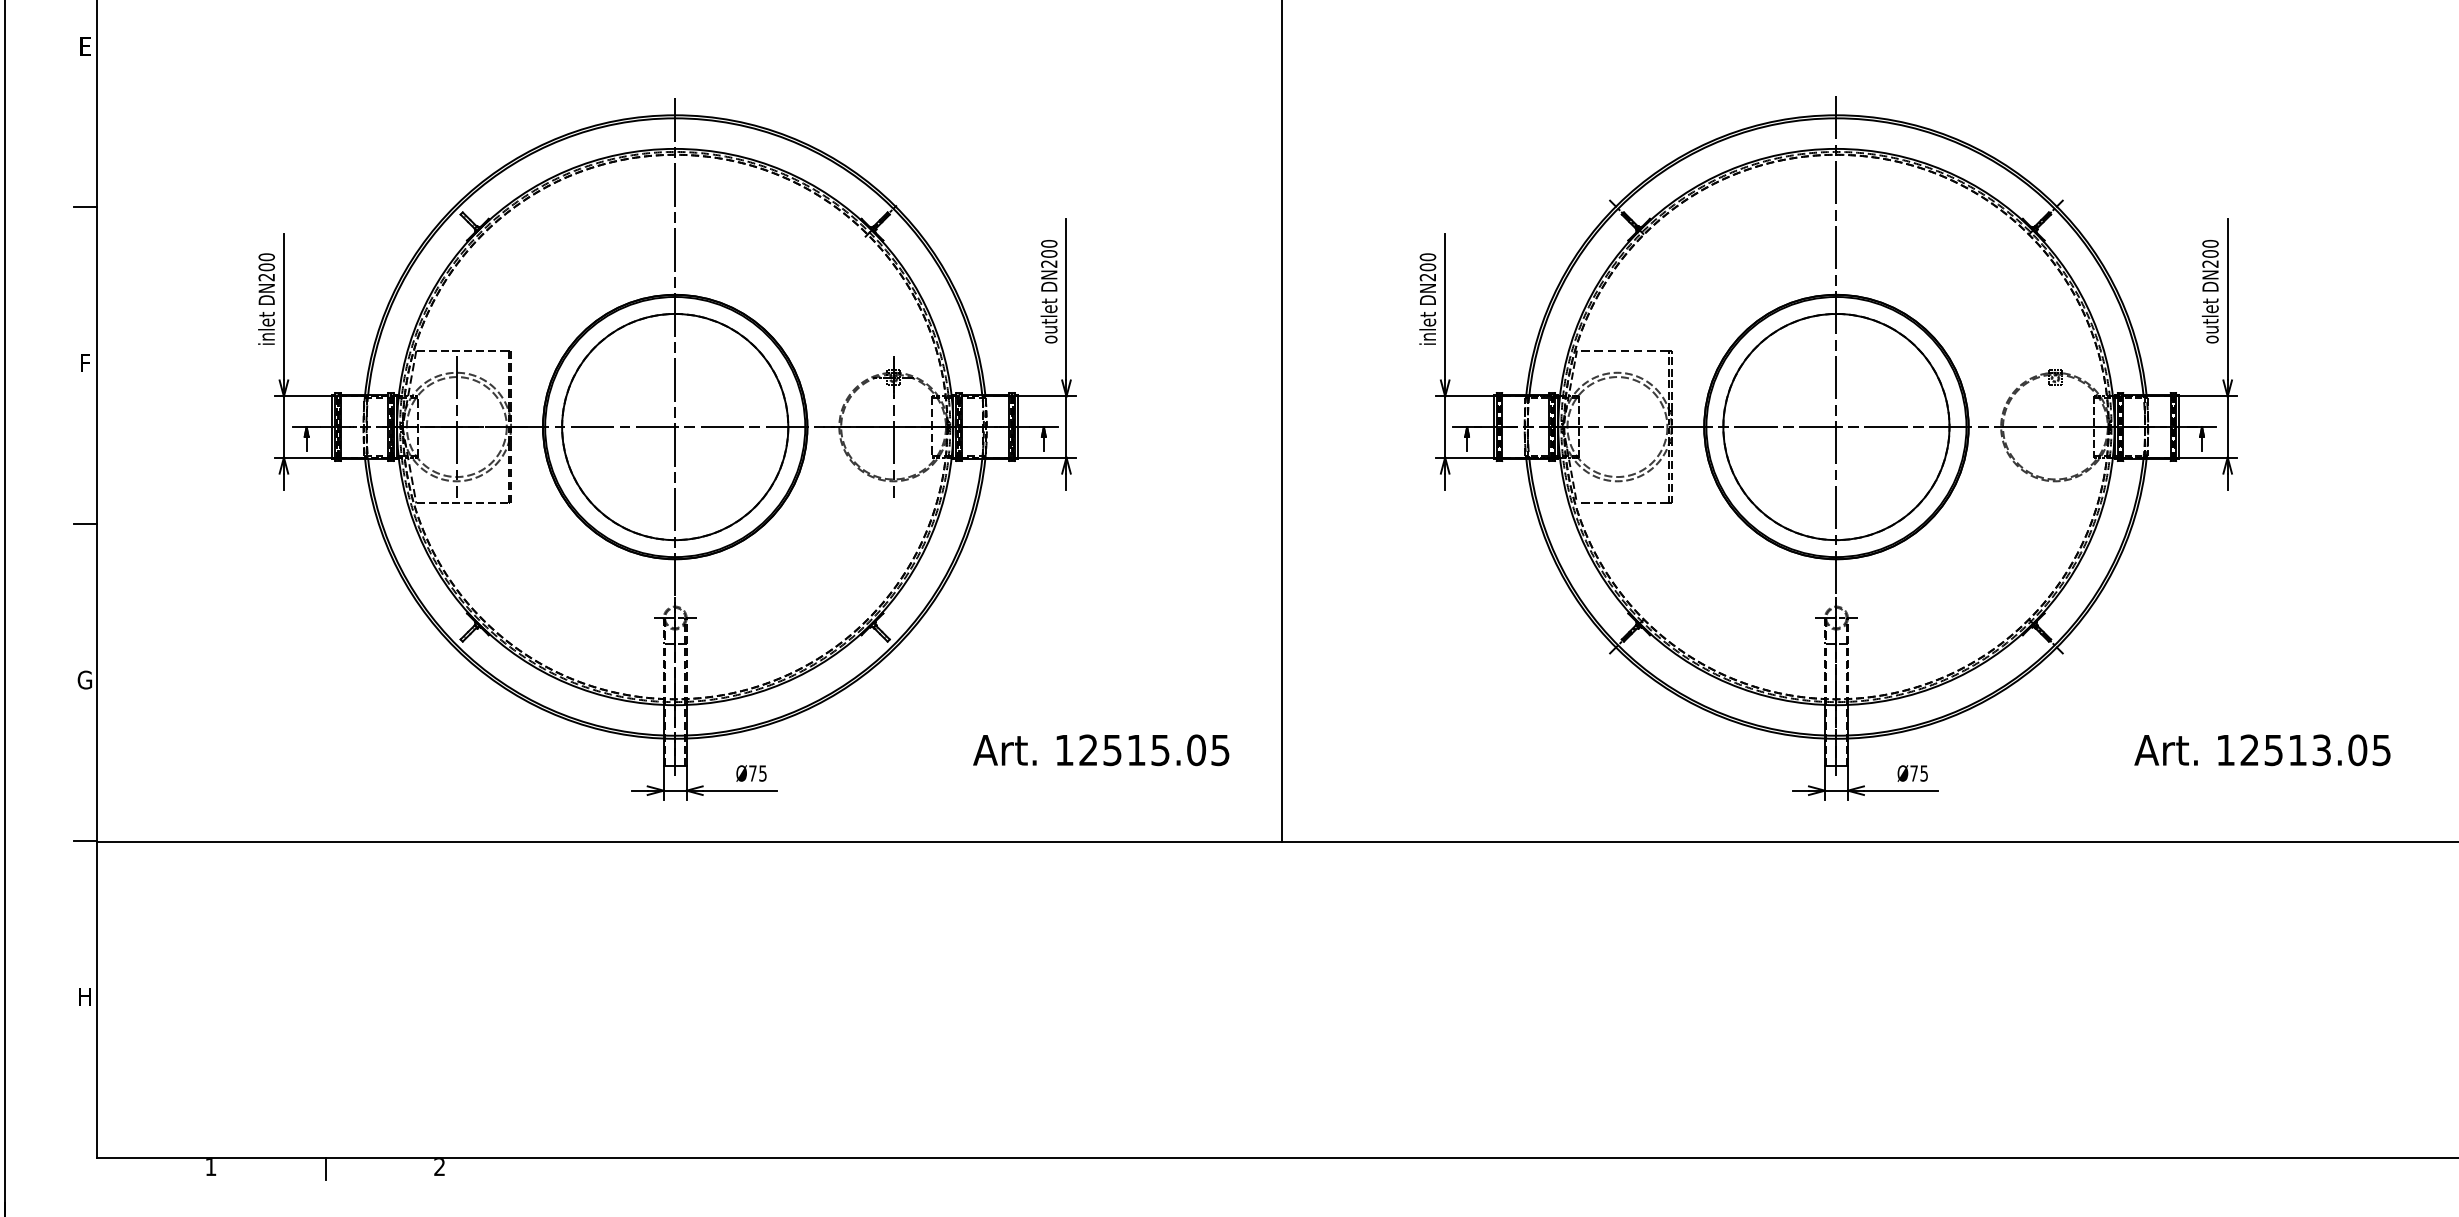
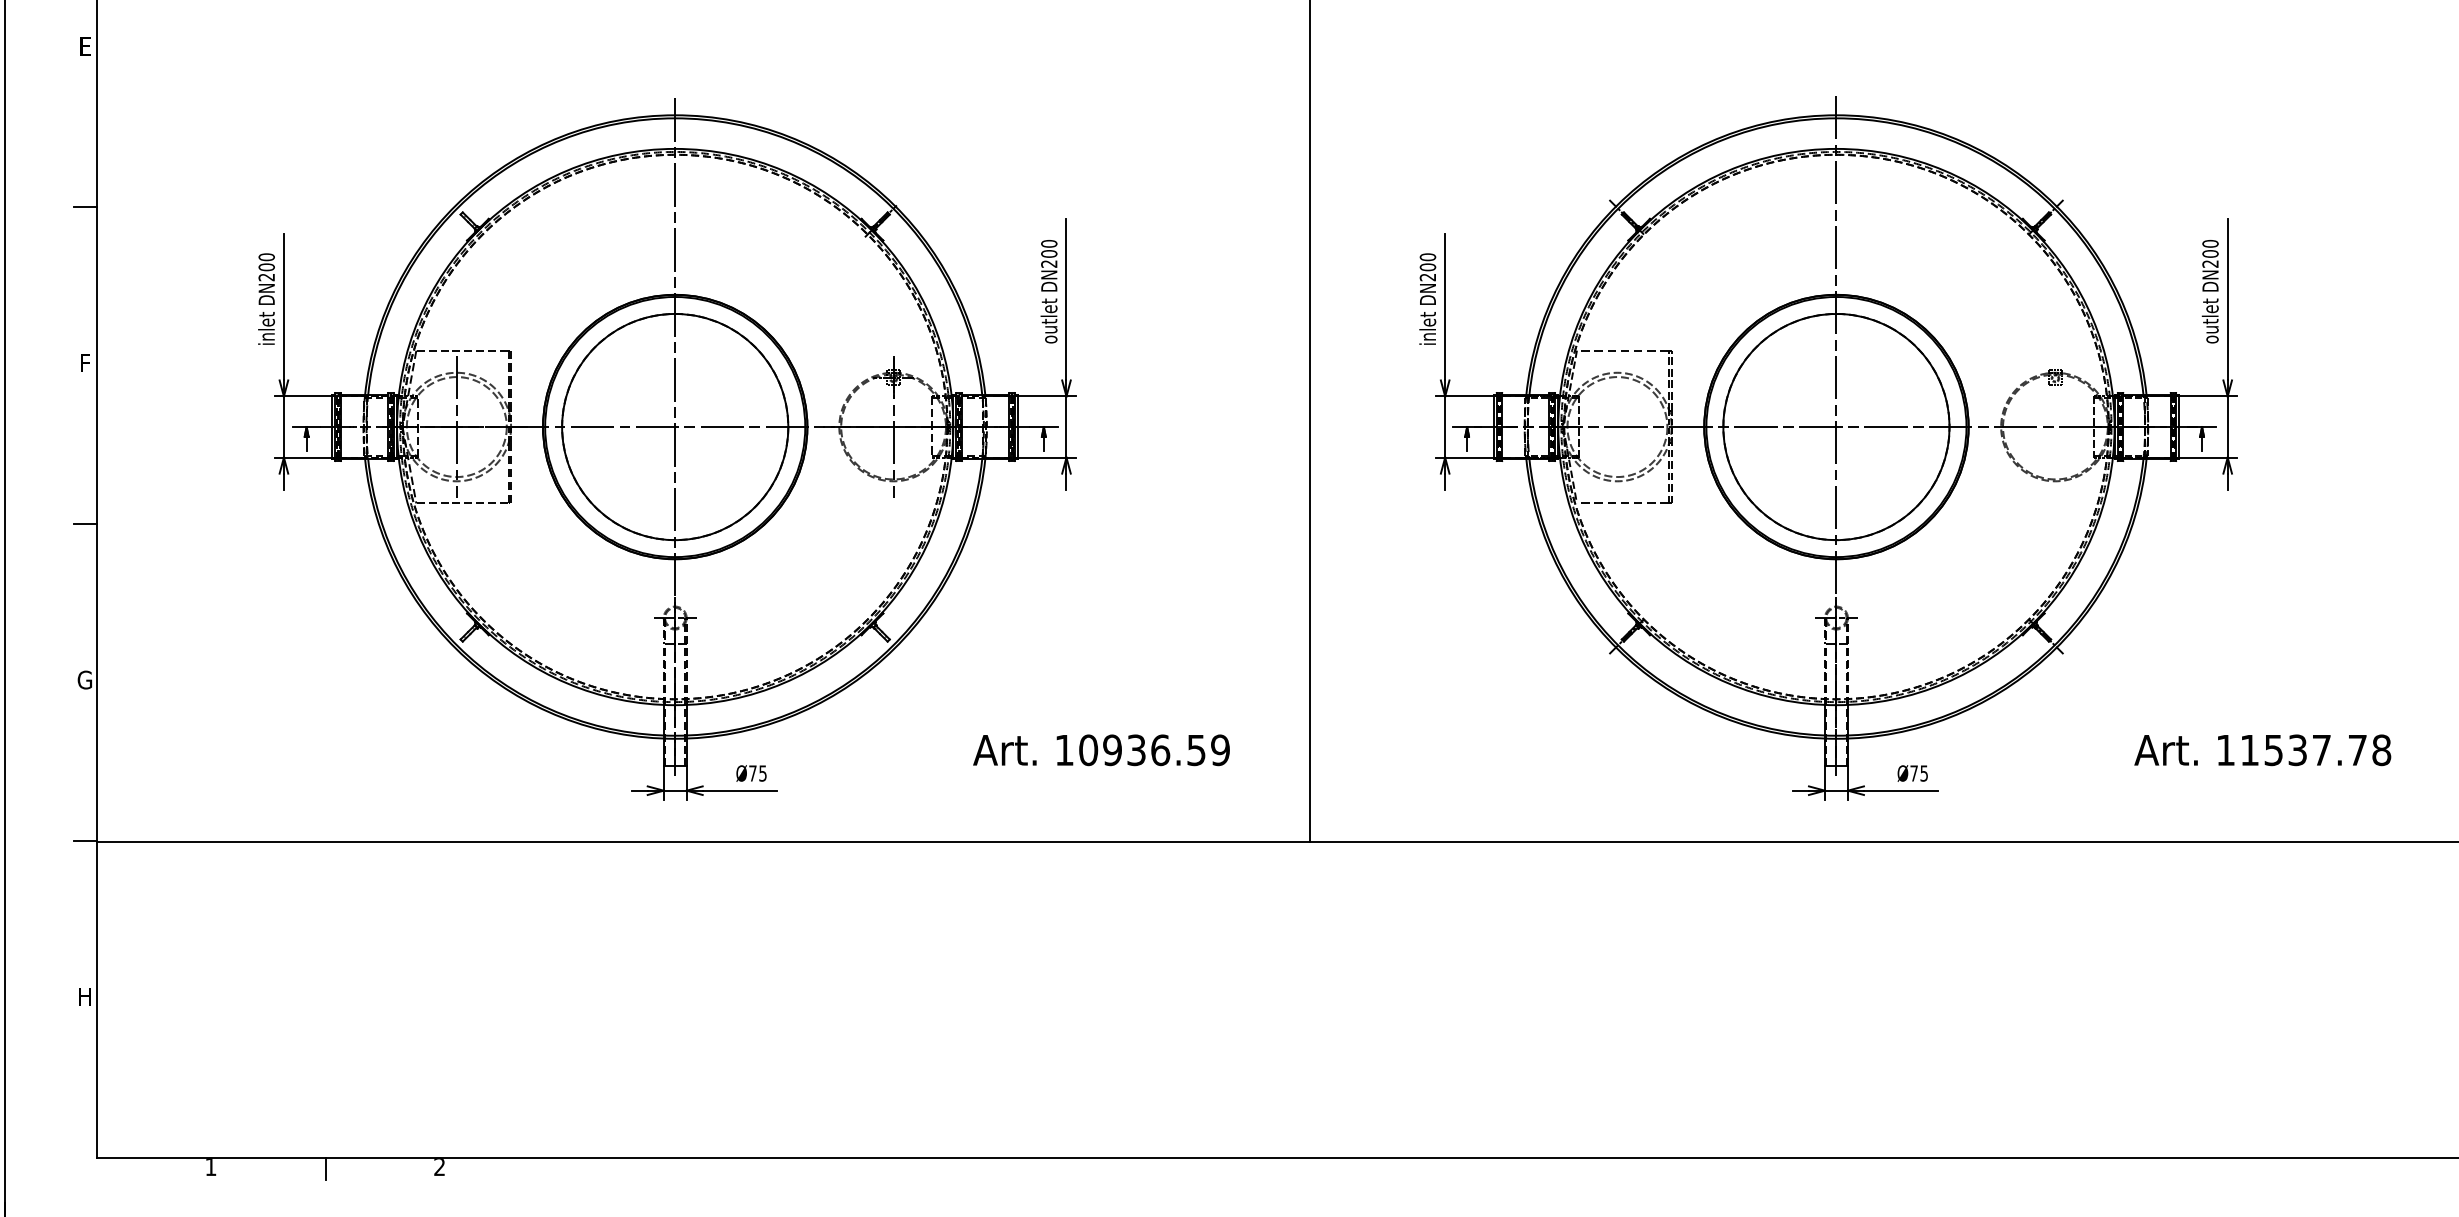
line at (1282, 421) position: (1282, 421) -> (1310, 421)
text at (1154, 750): 12515.05 -> 10936.59
text at (2315, 750): 12513.05 -> 11537.78
